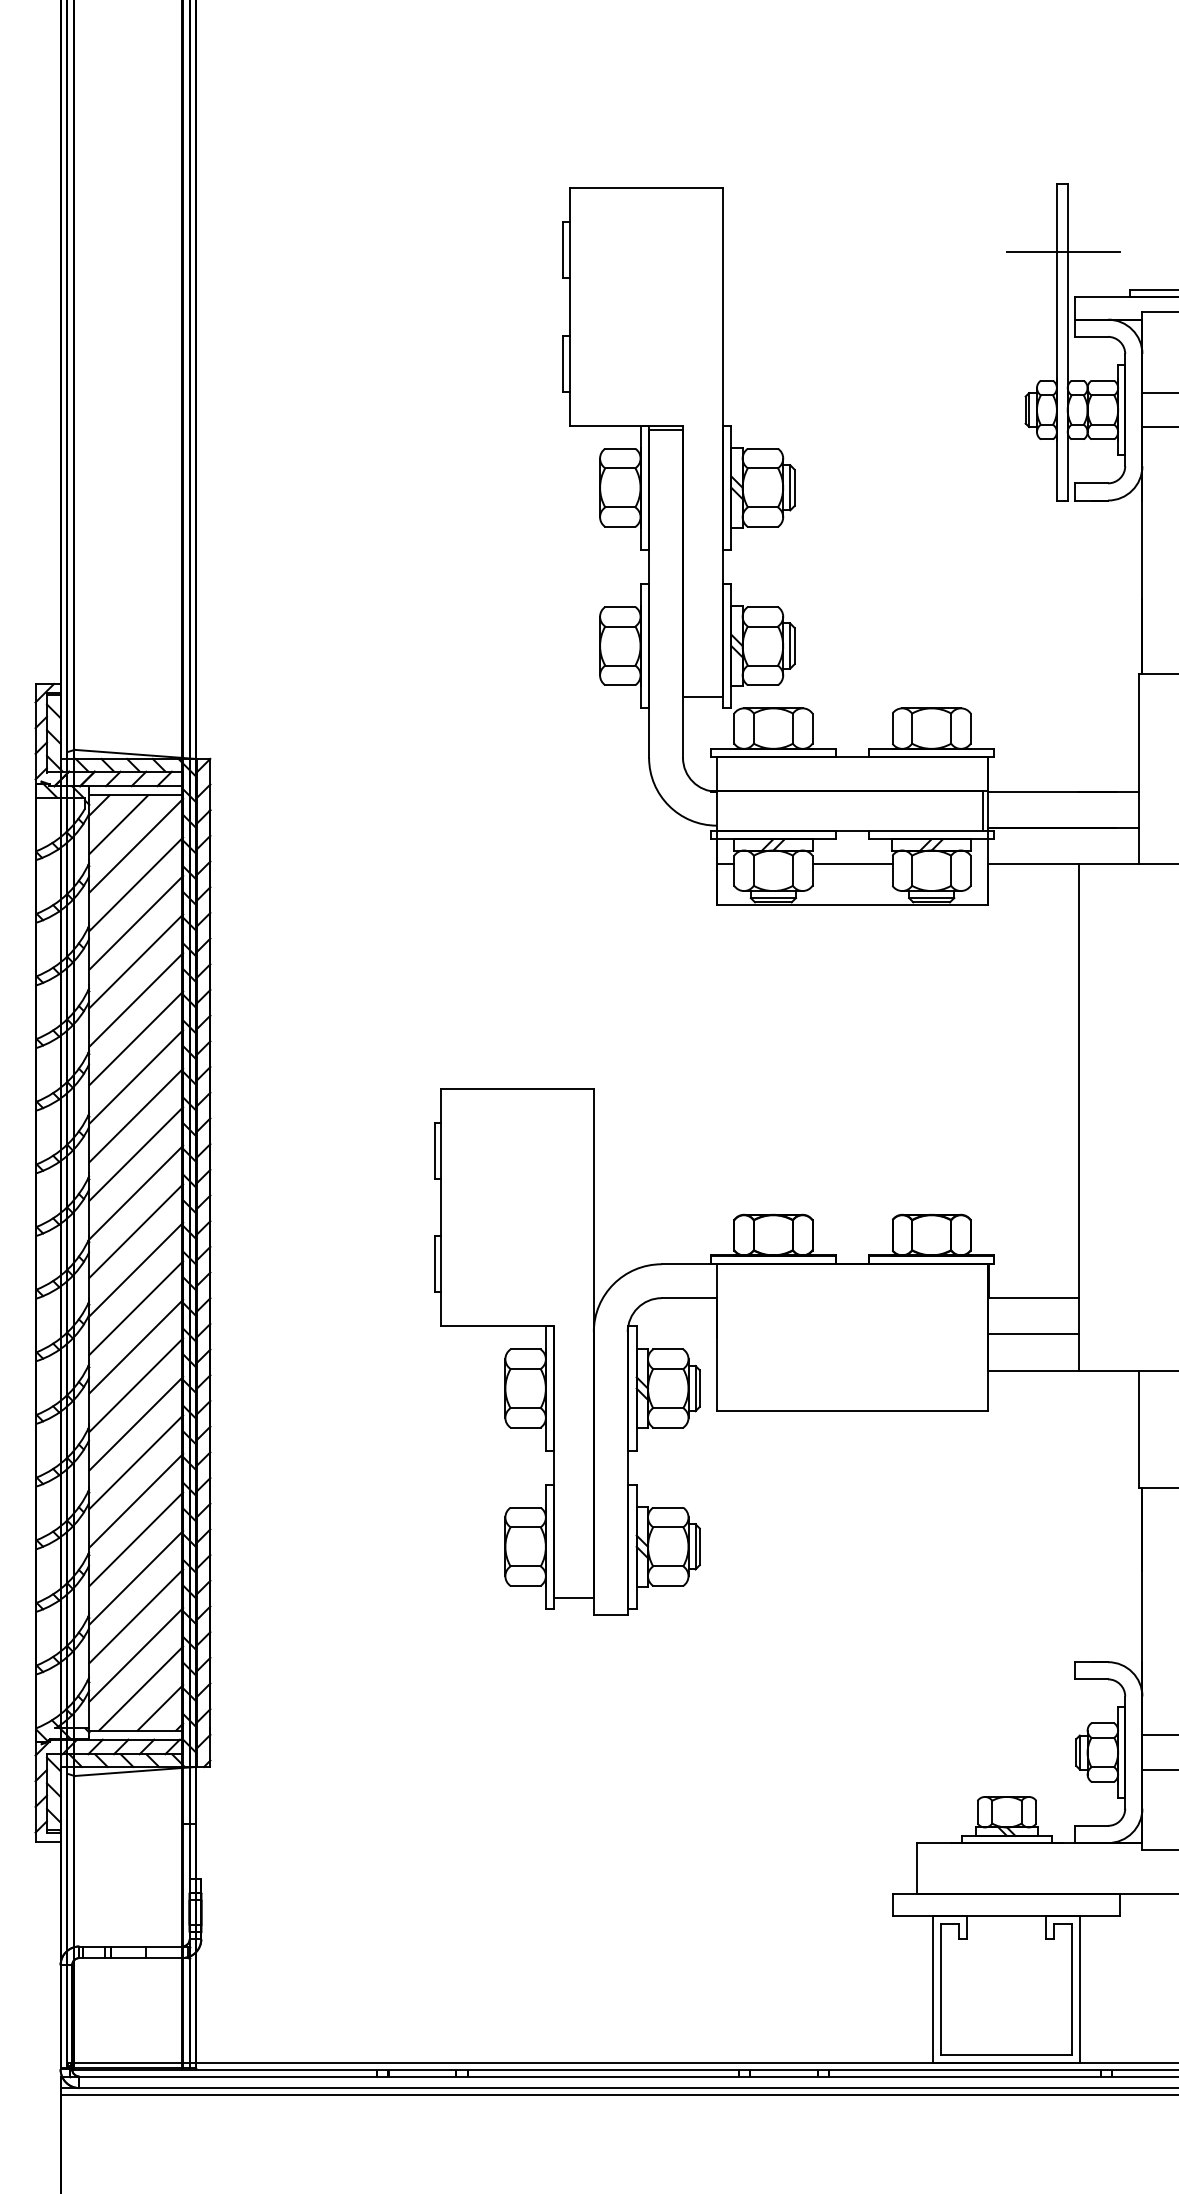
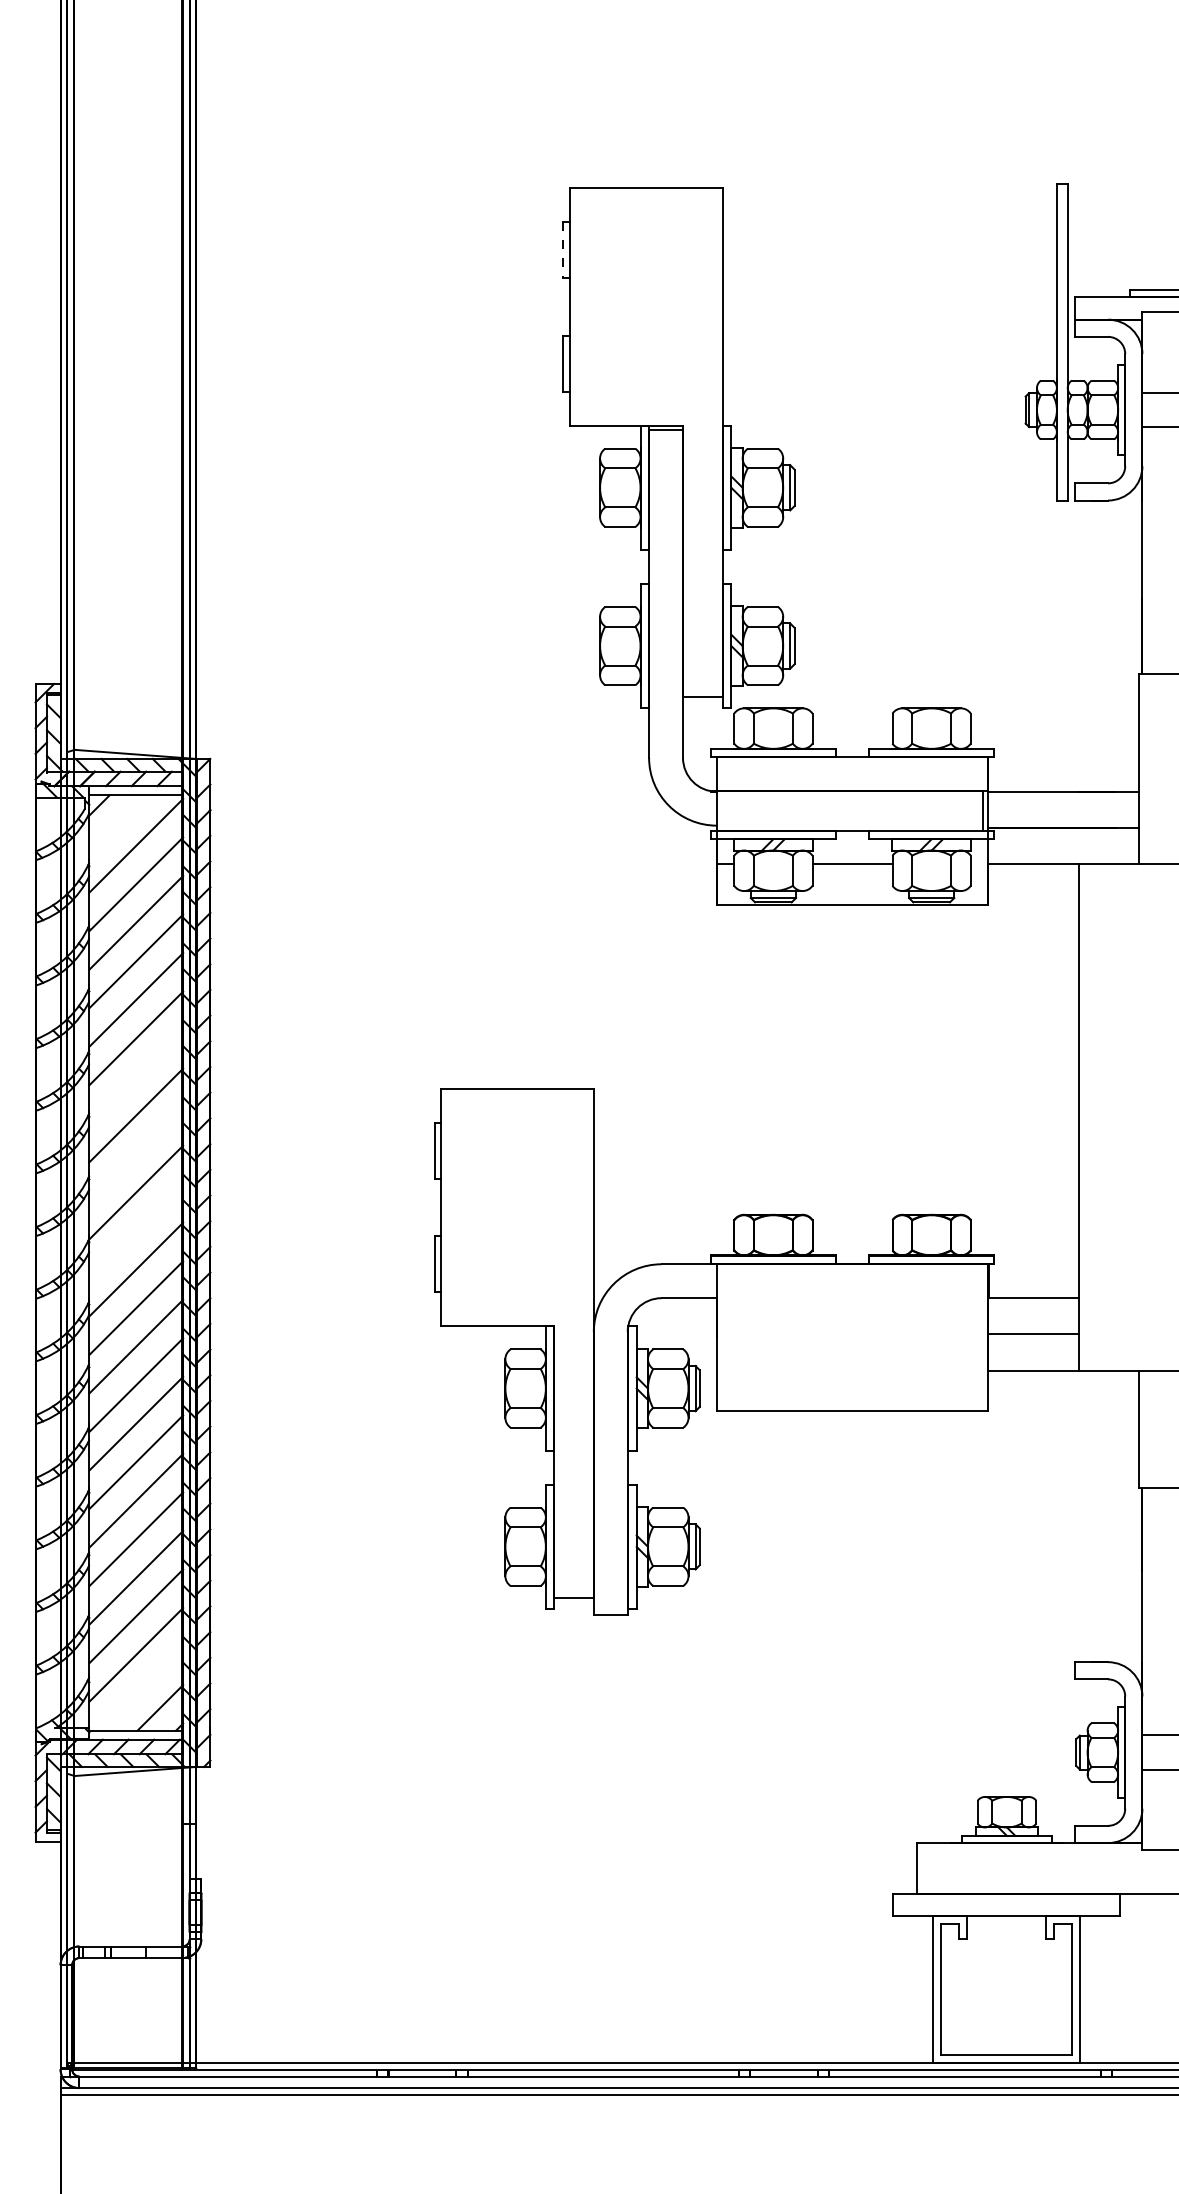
line at (563, 250): solid -> dashed
line at (1062, 251): present -> none
line at (118, 824): present -> none
line at (136, 1076): present -> none
line at (136, 1153): present -> none
line at (136, 1230): present -> none
line at (141, 1688): present -> none
